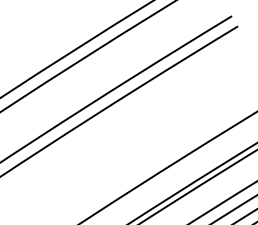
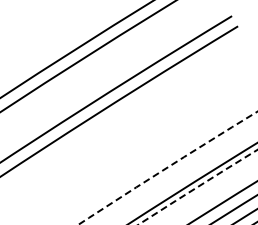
arc at (167, 167): solid -> dashed
arc at (197, 186): solid -> dashed
